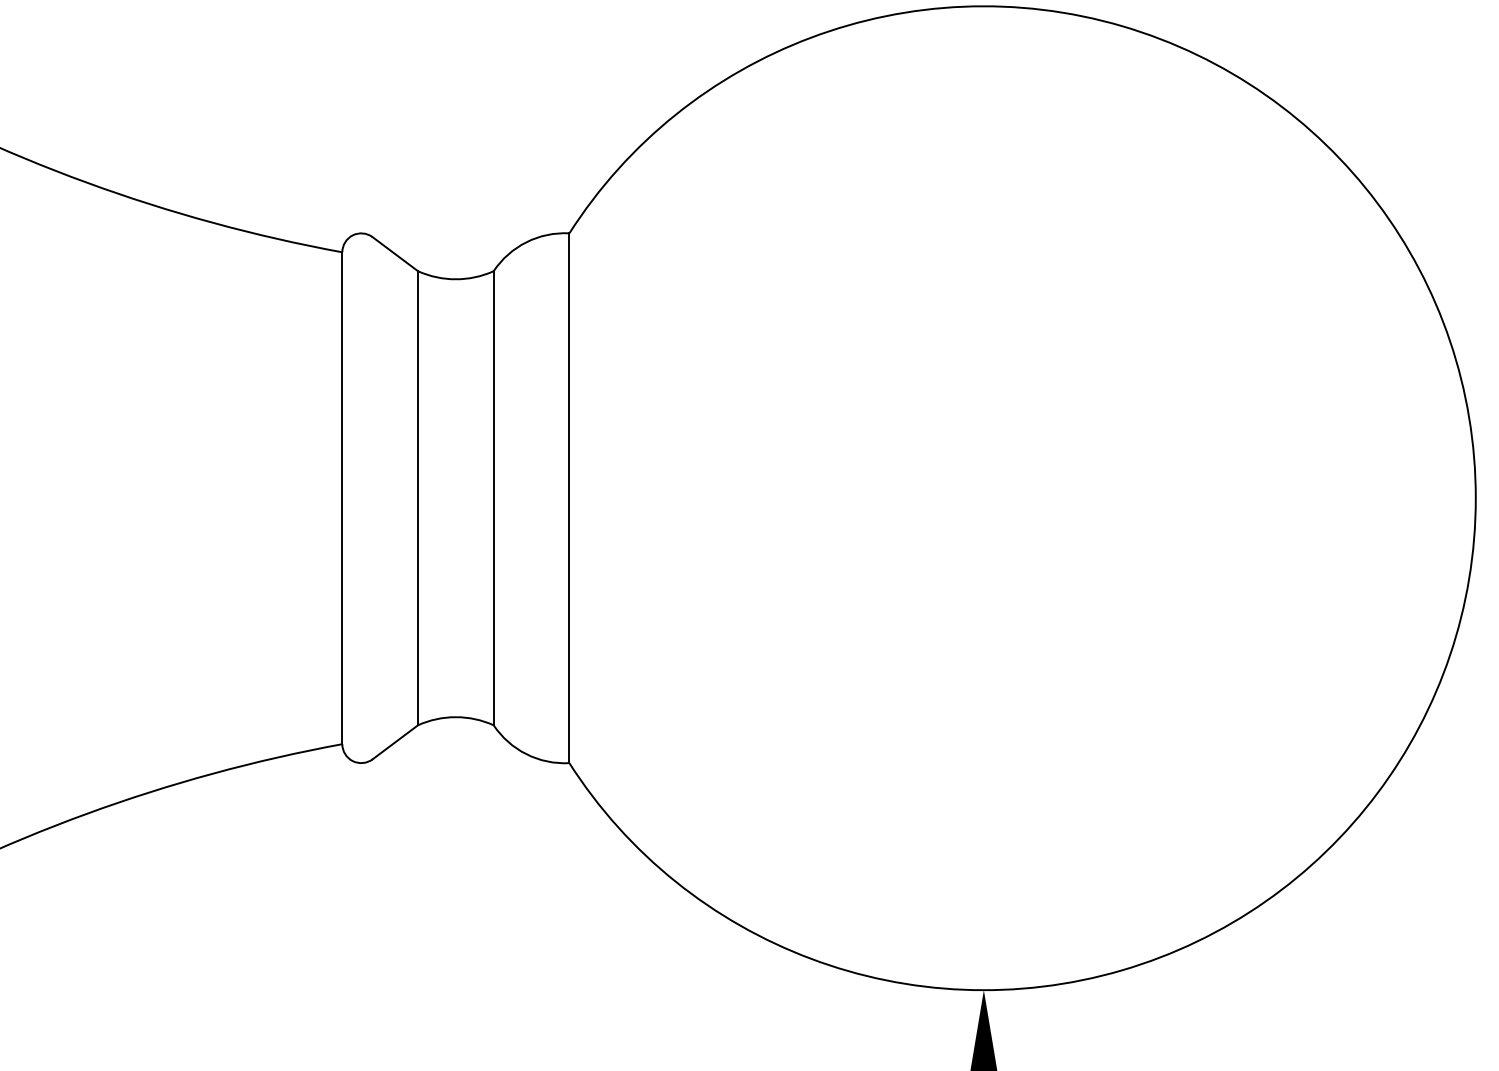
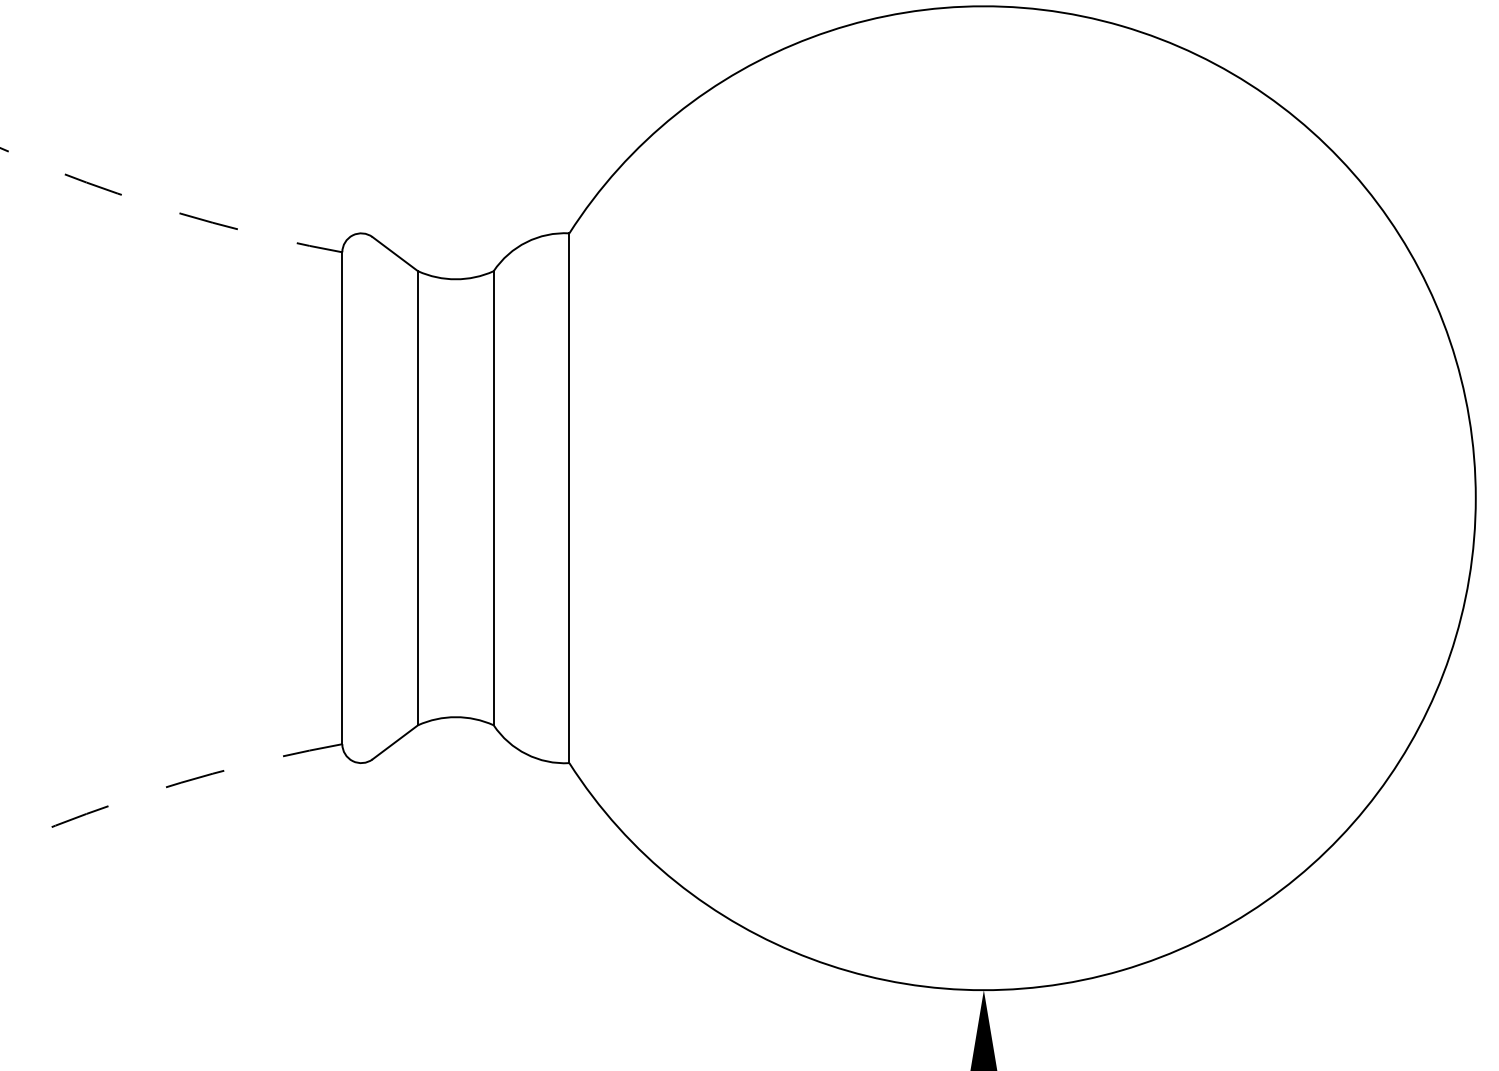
arc at (168, 210): solid -> dashed
arc at (167, 786): solid -> dashed
